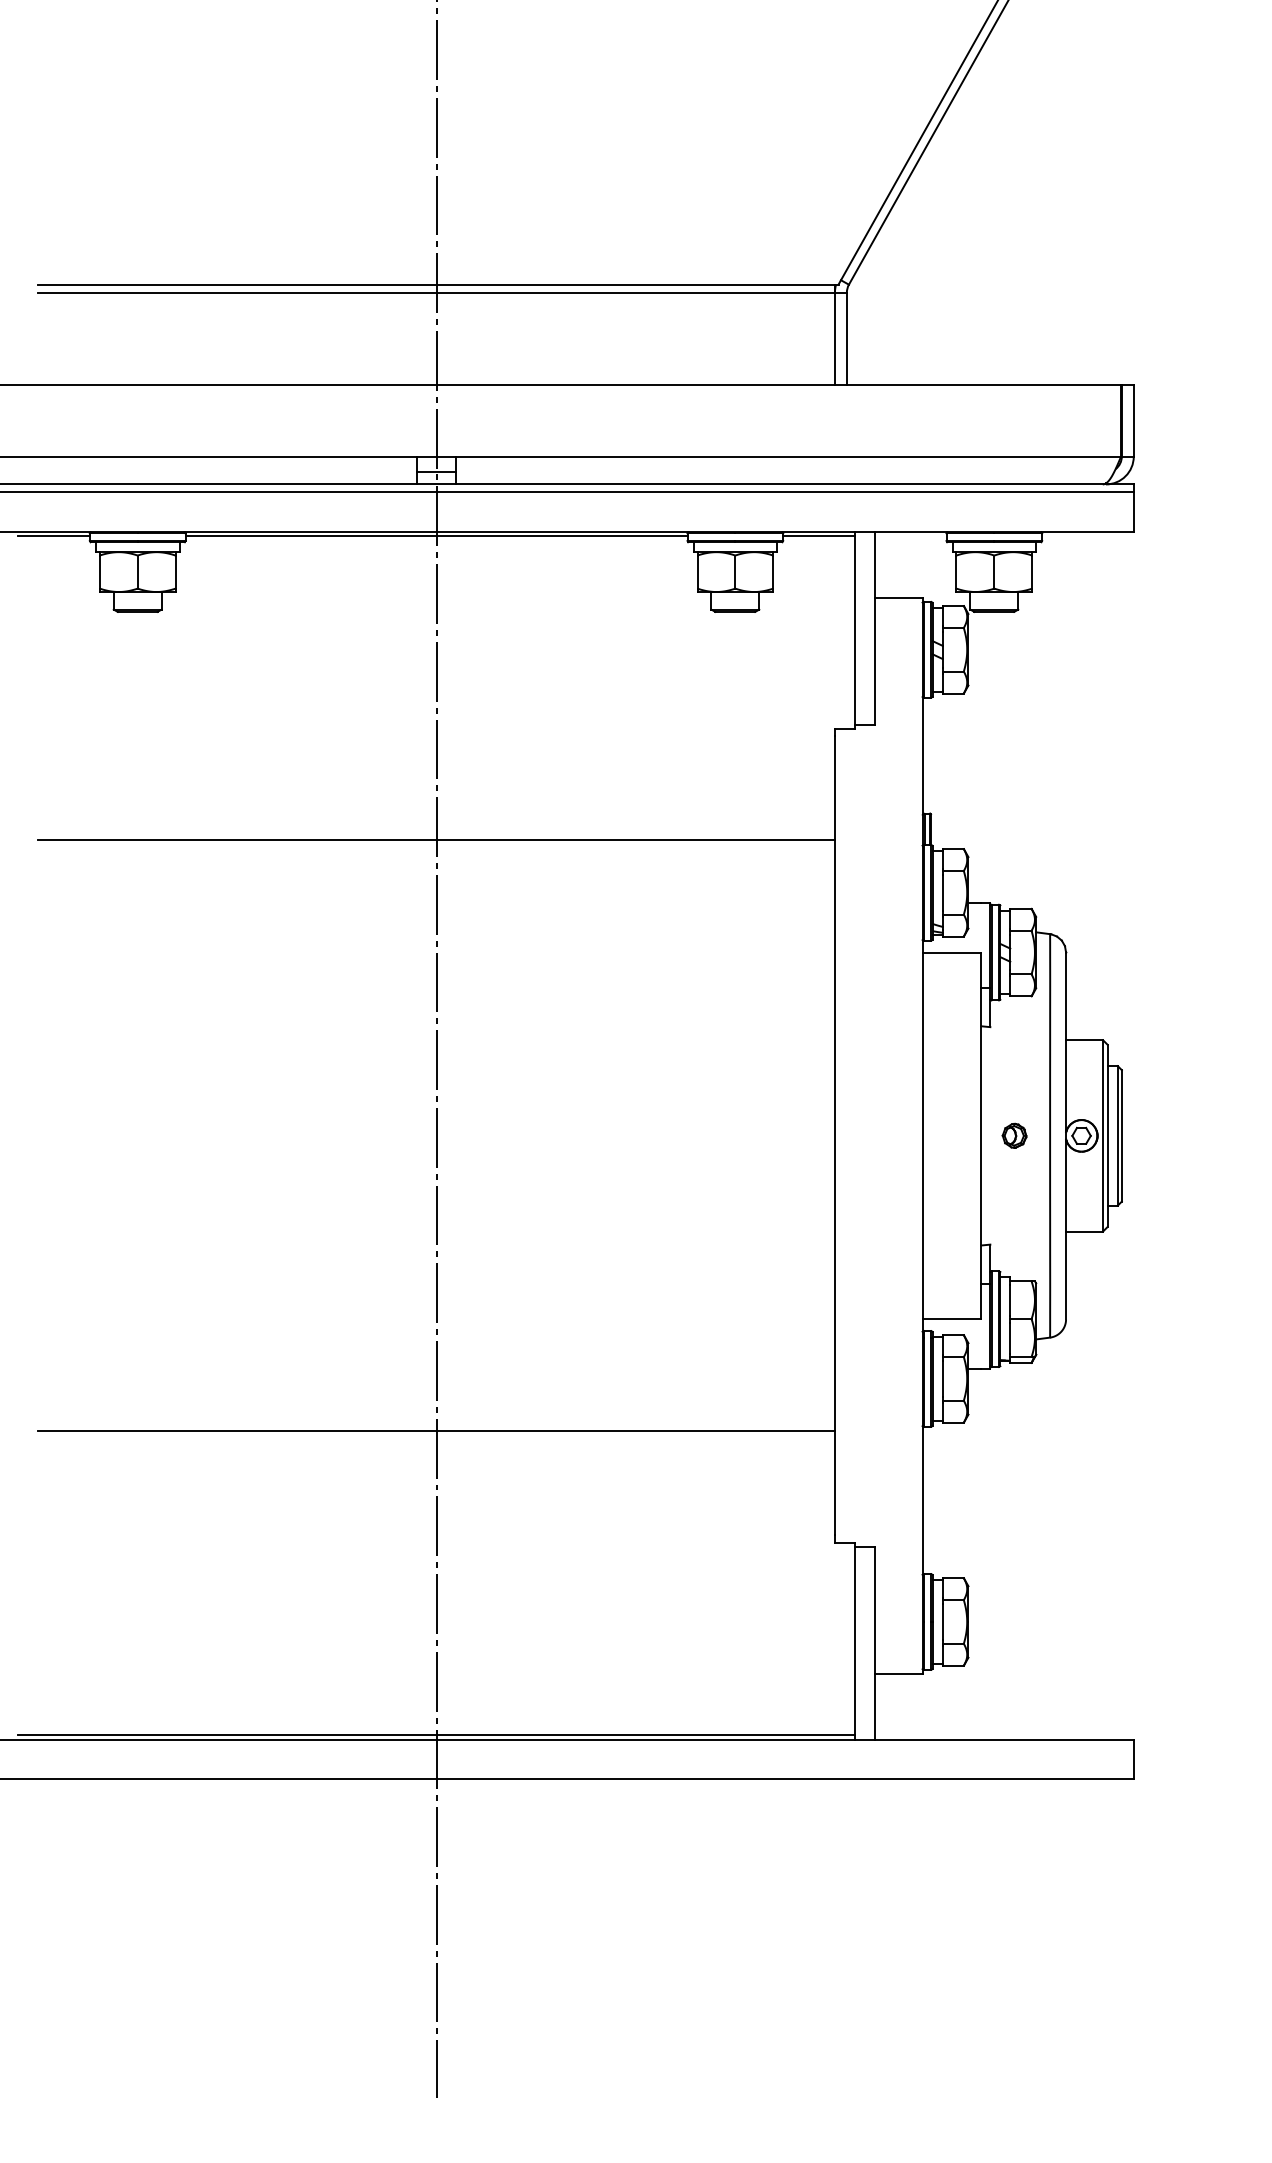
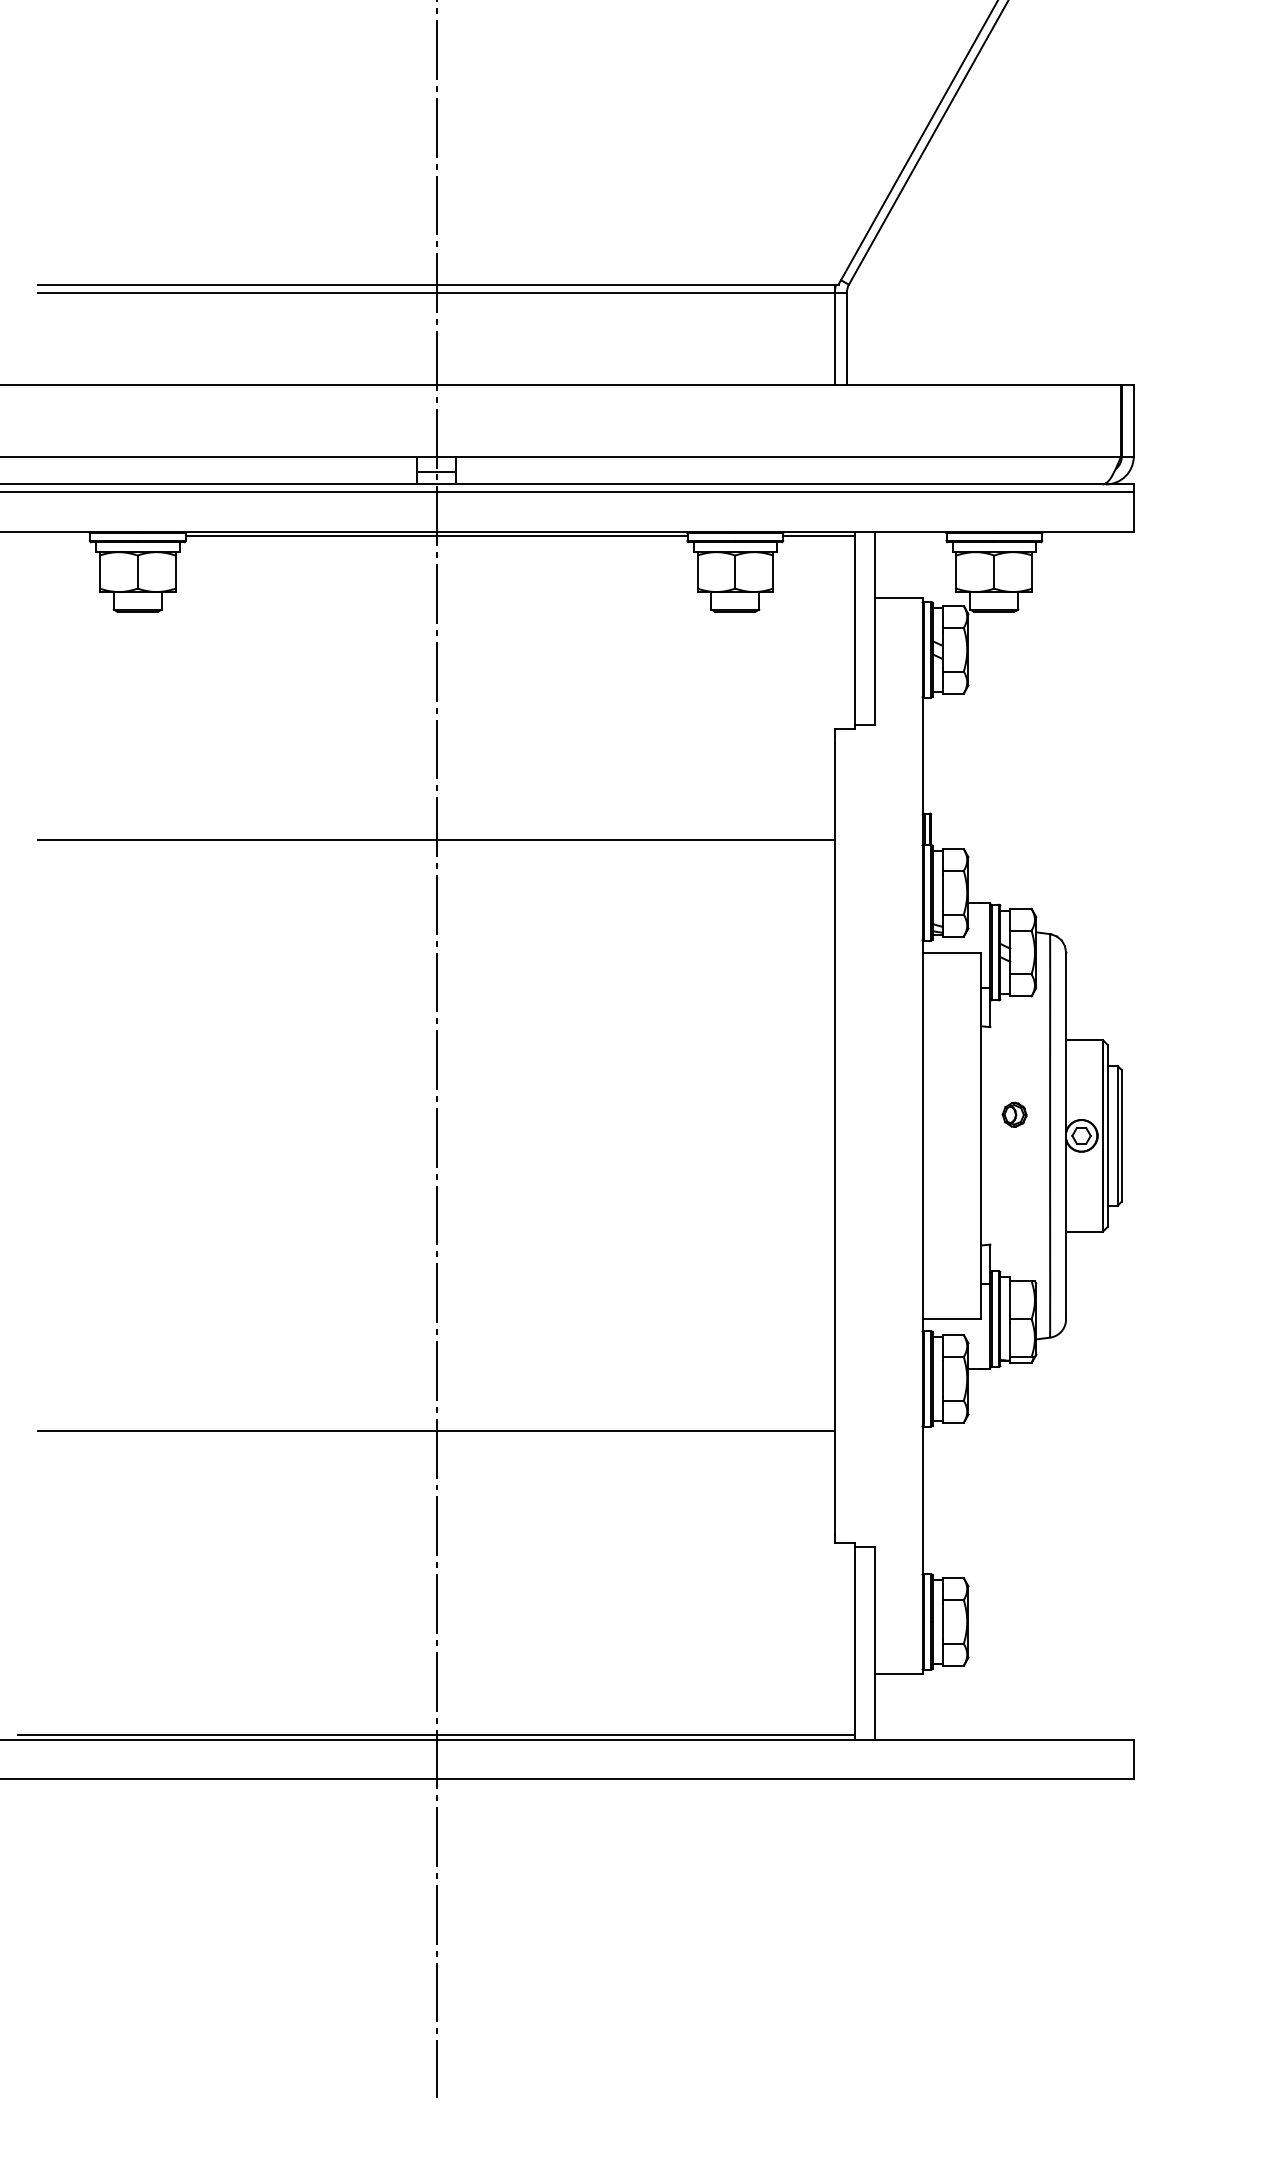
line at (53, 536): present -> none
part at (1014, 1135) position: (1014, 1135) -> (1014, 1114)
